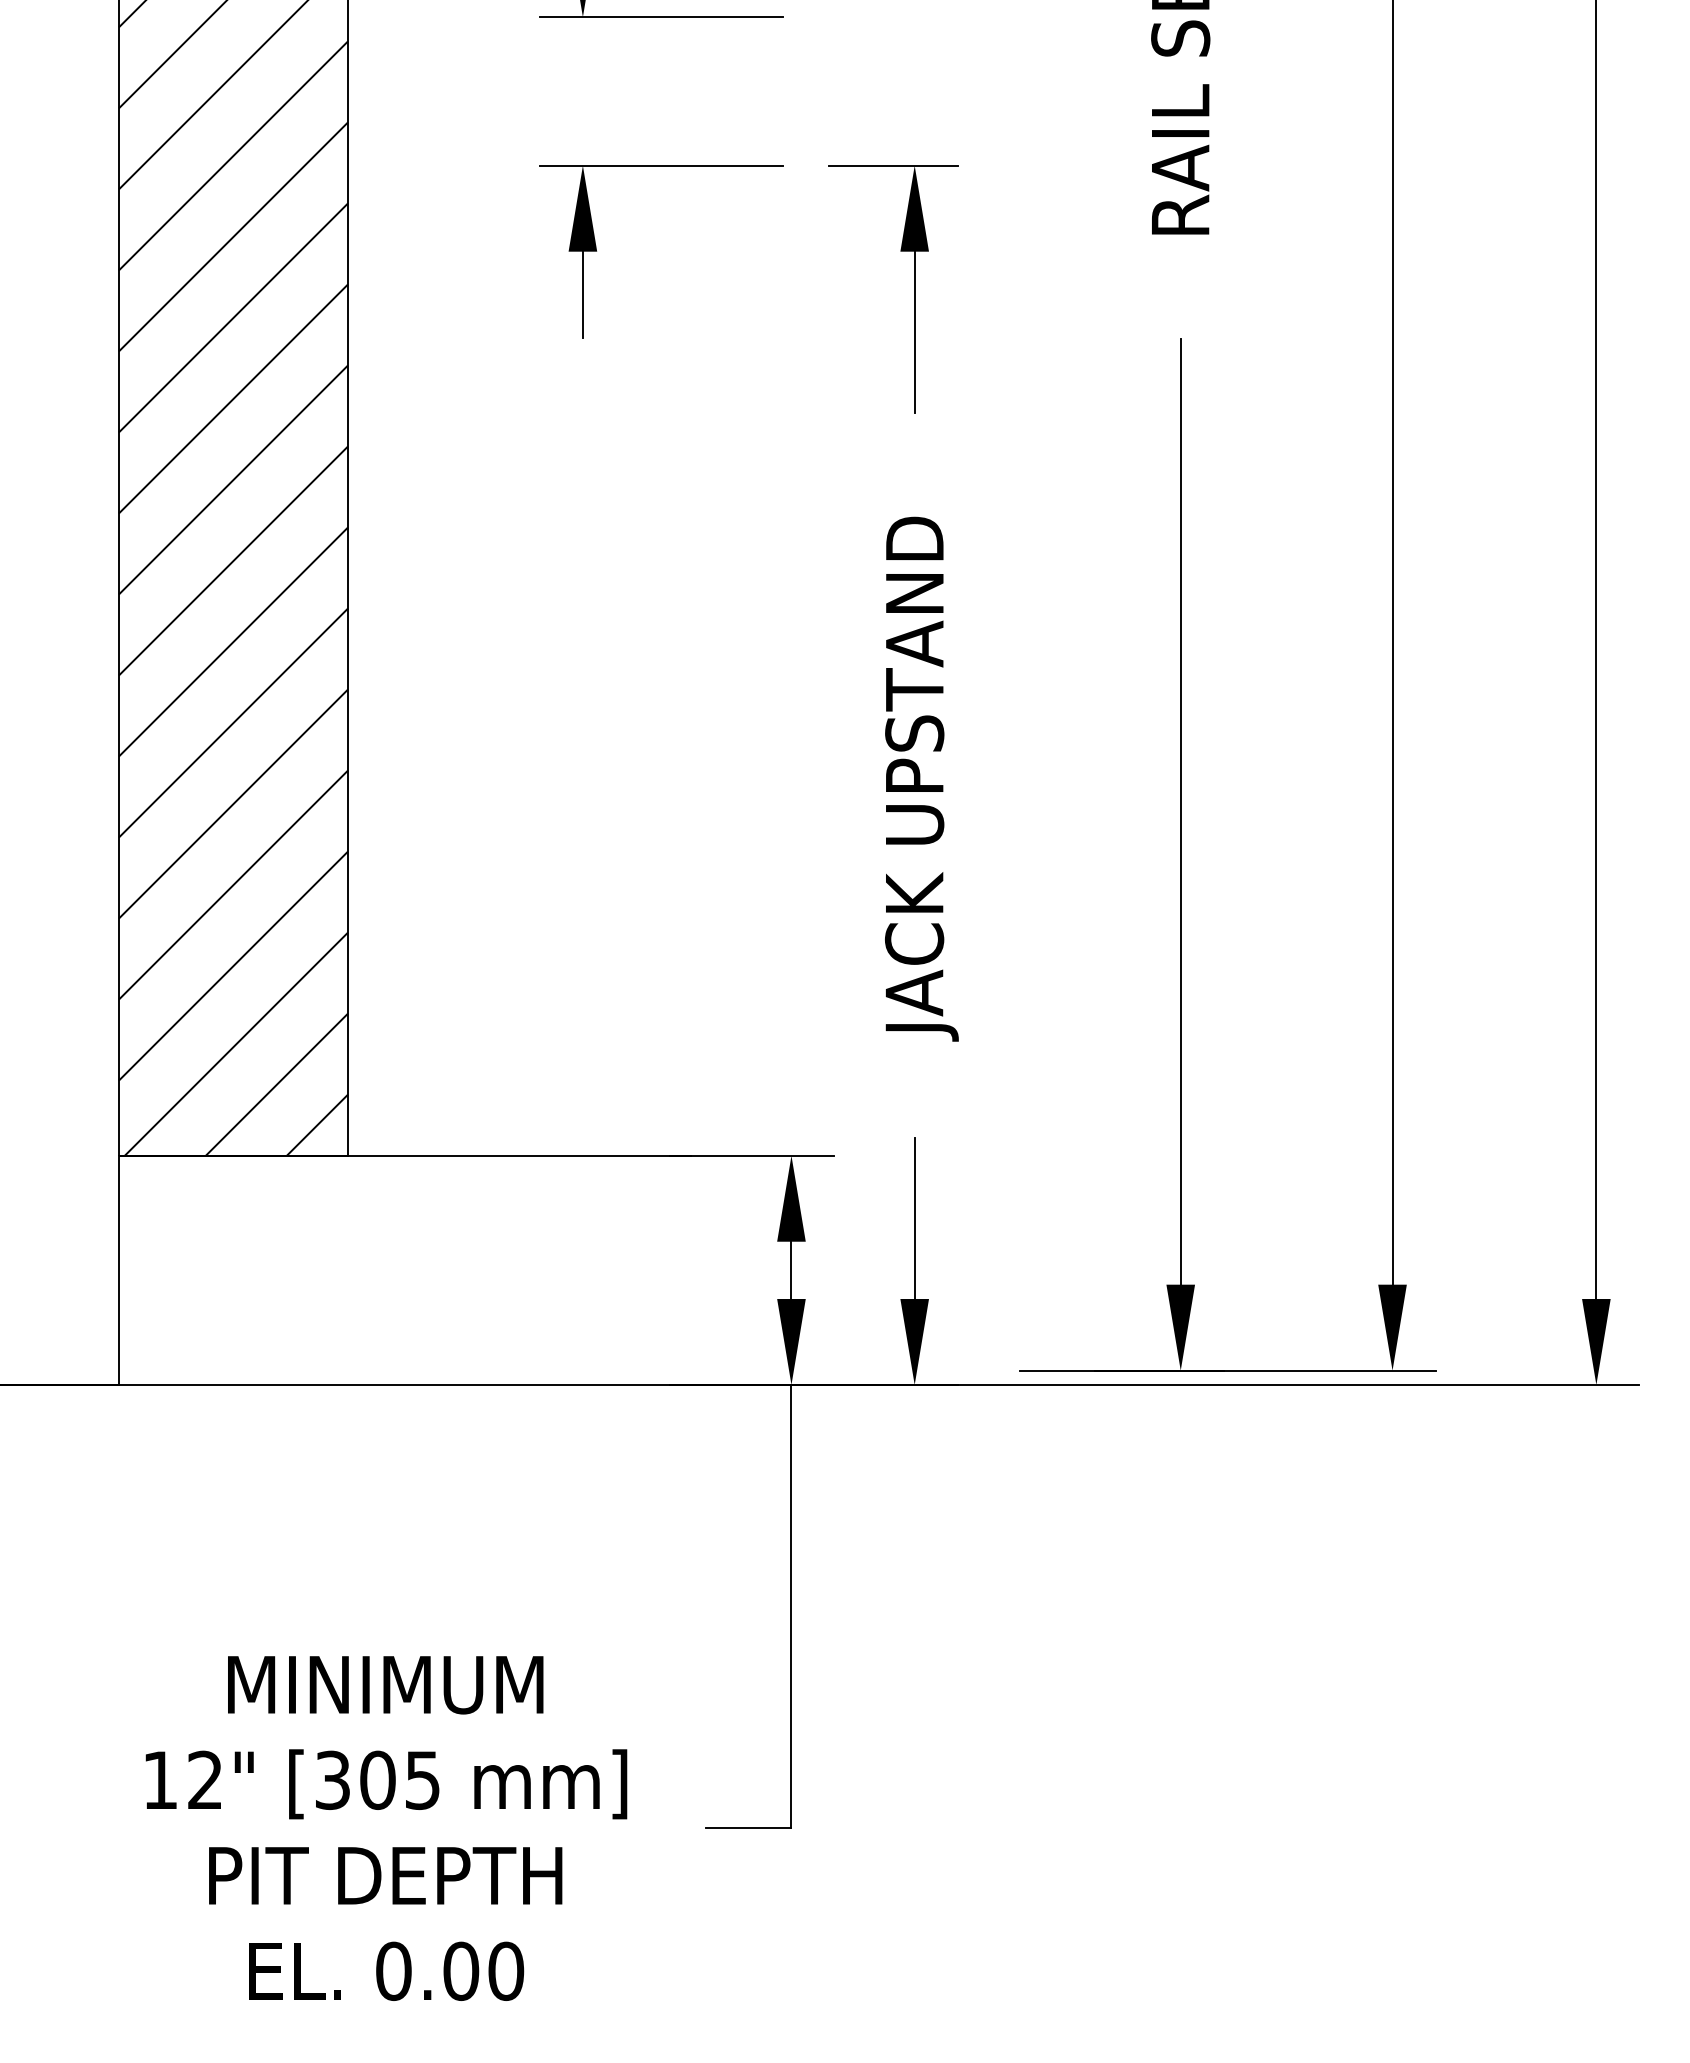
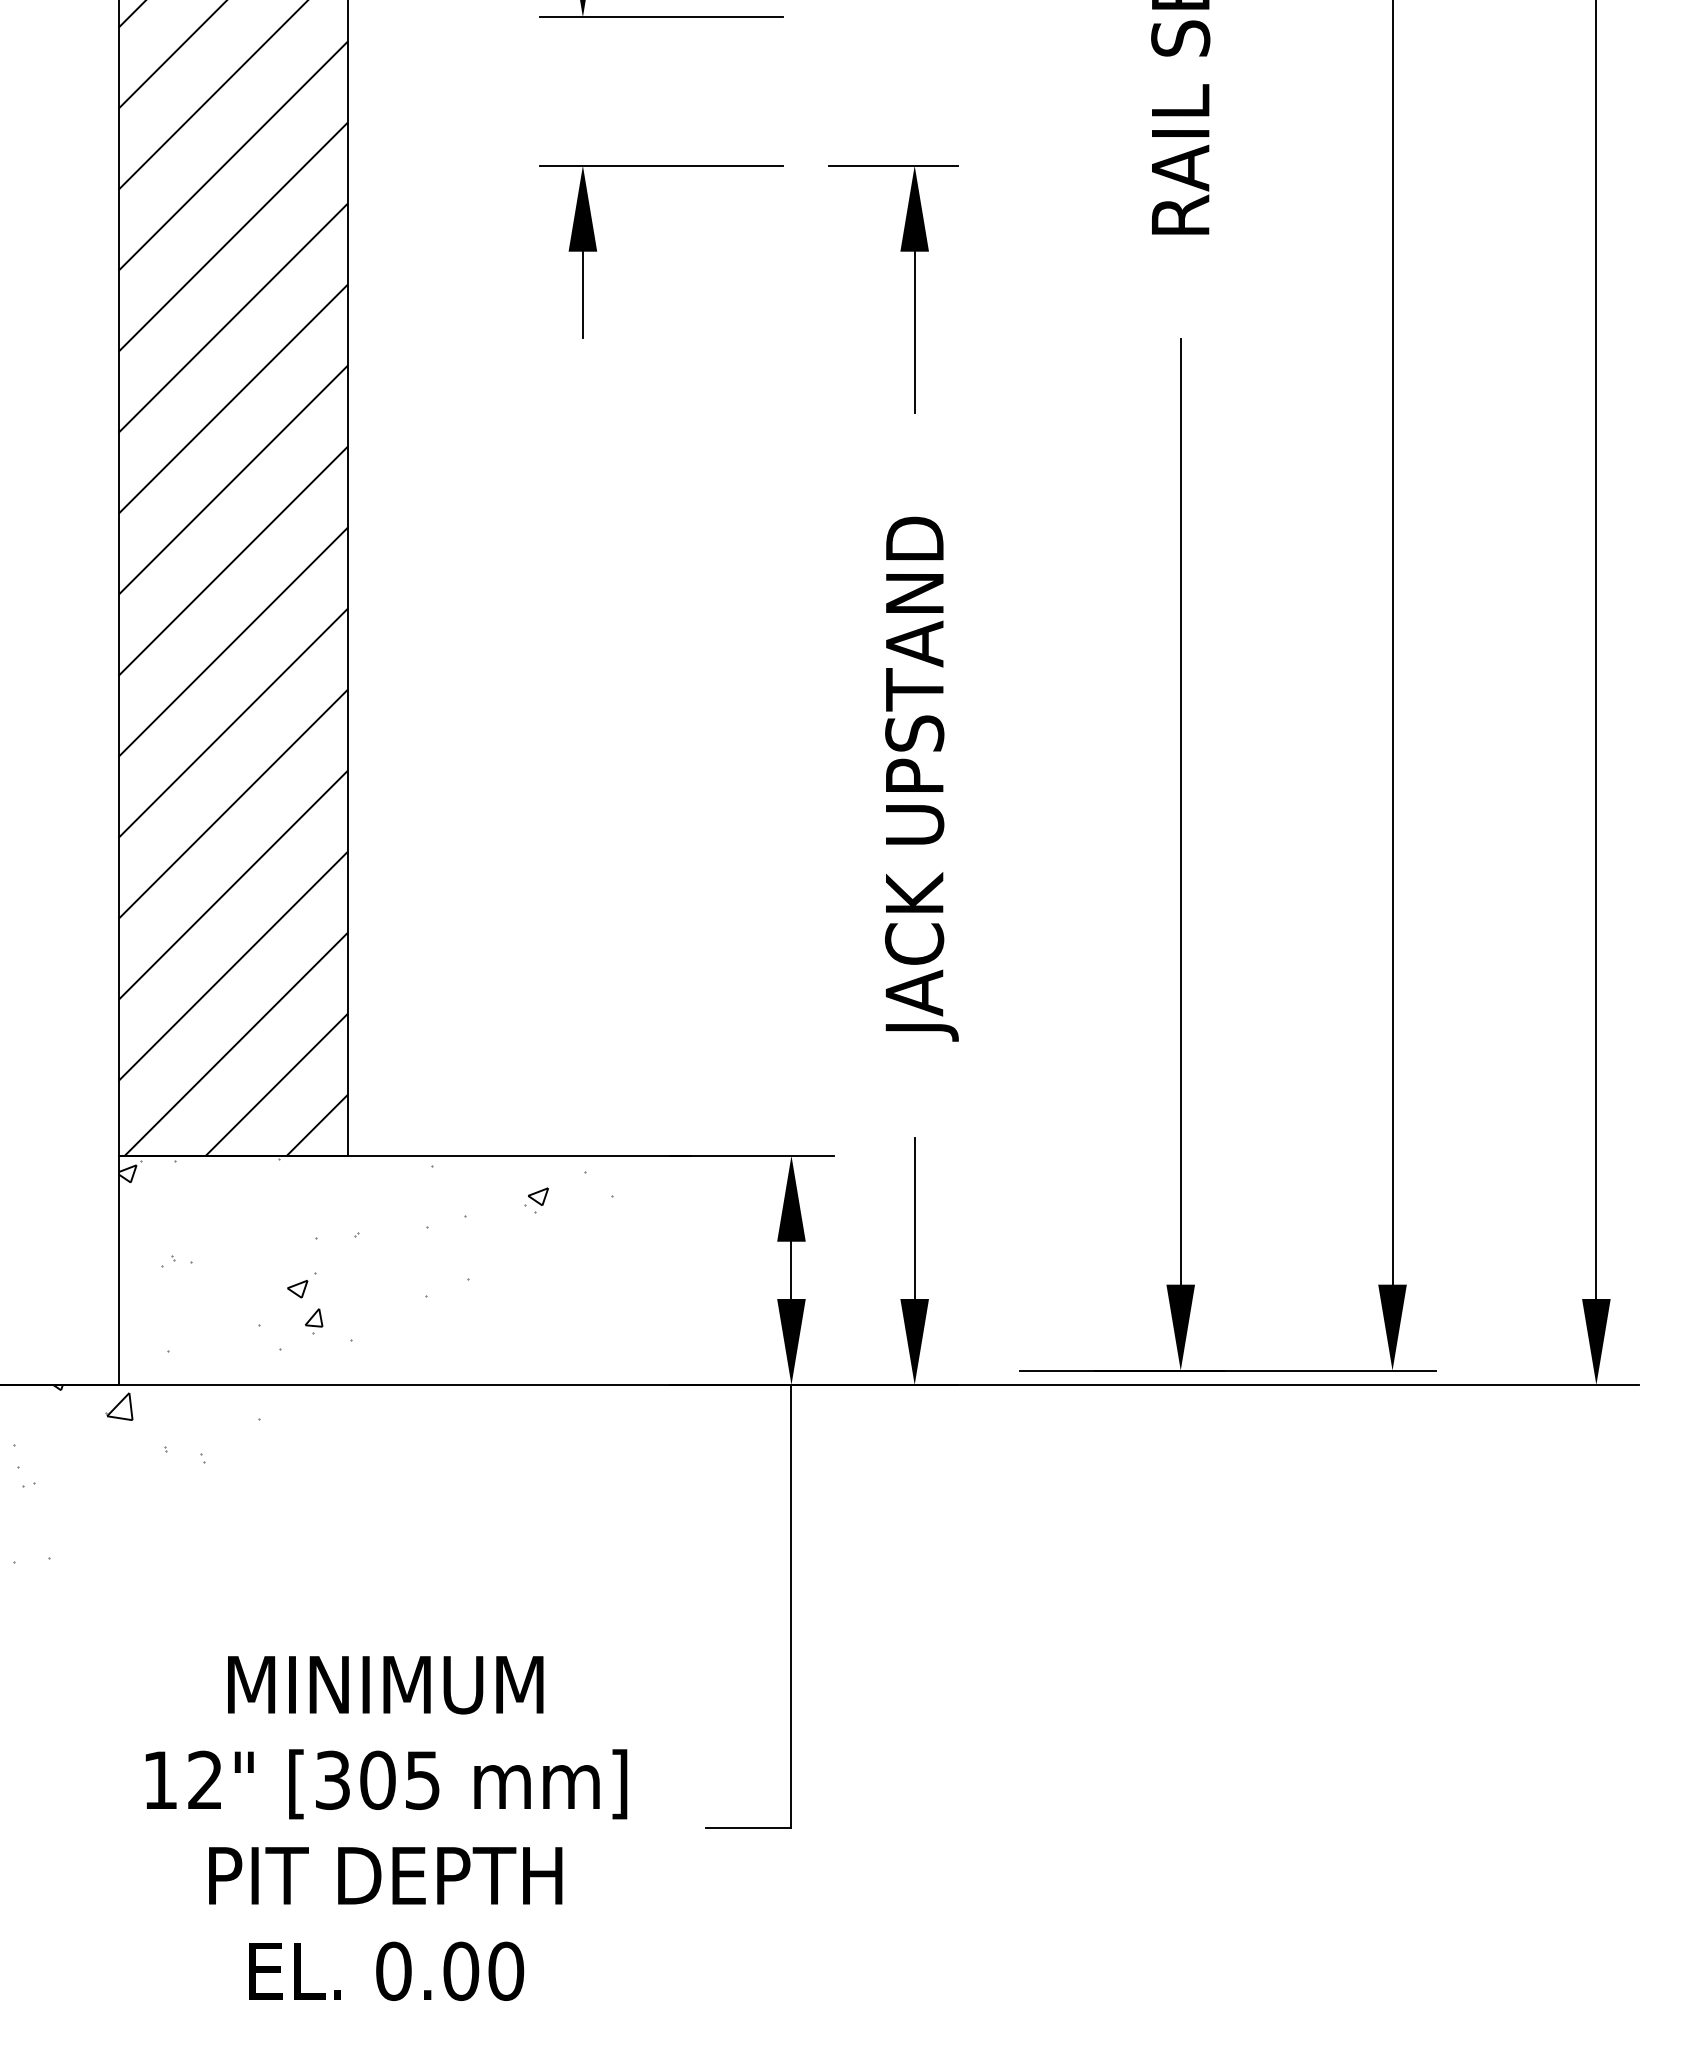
hatch at (312, 1360): none -> present
